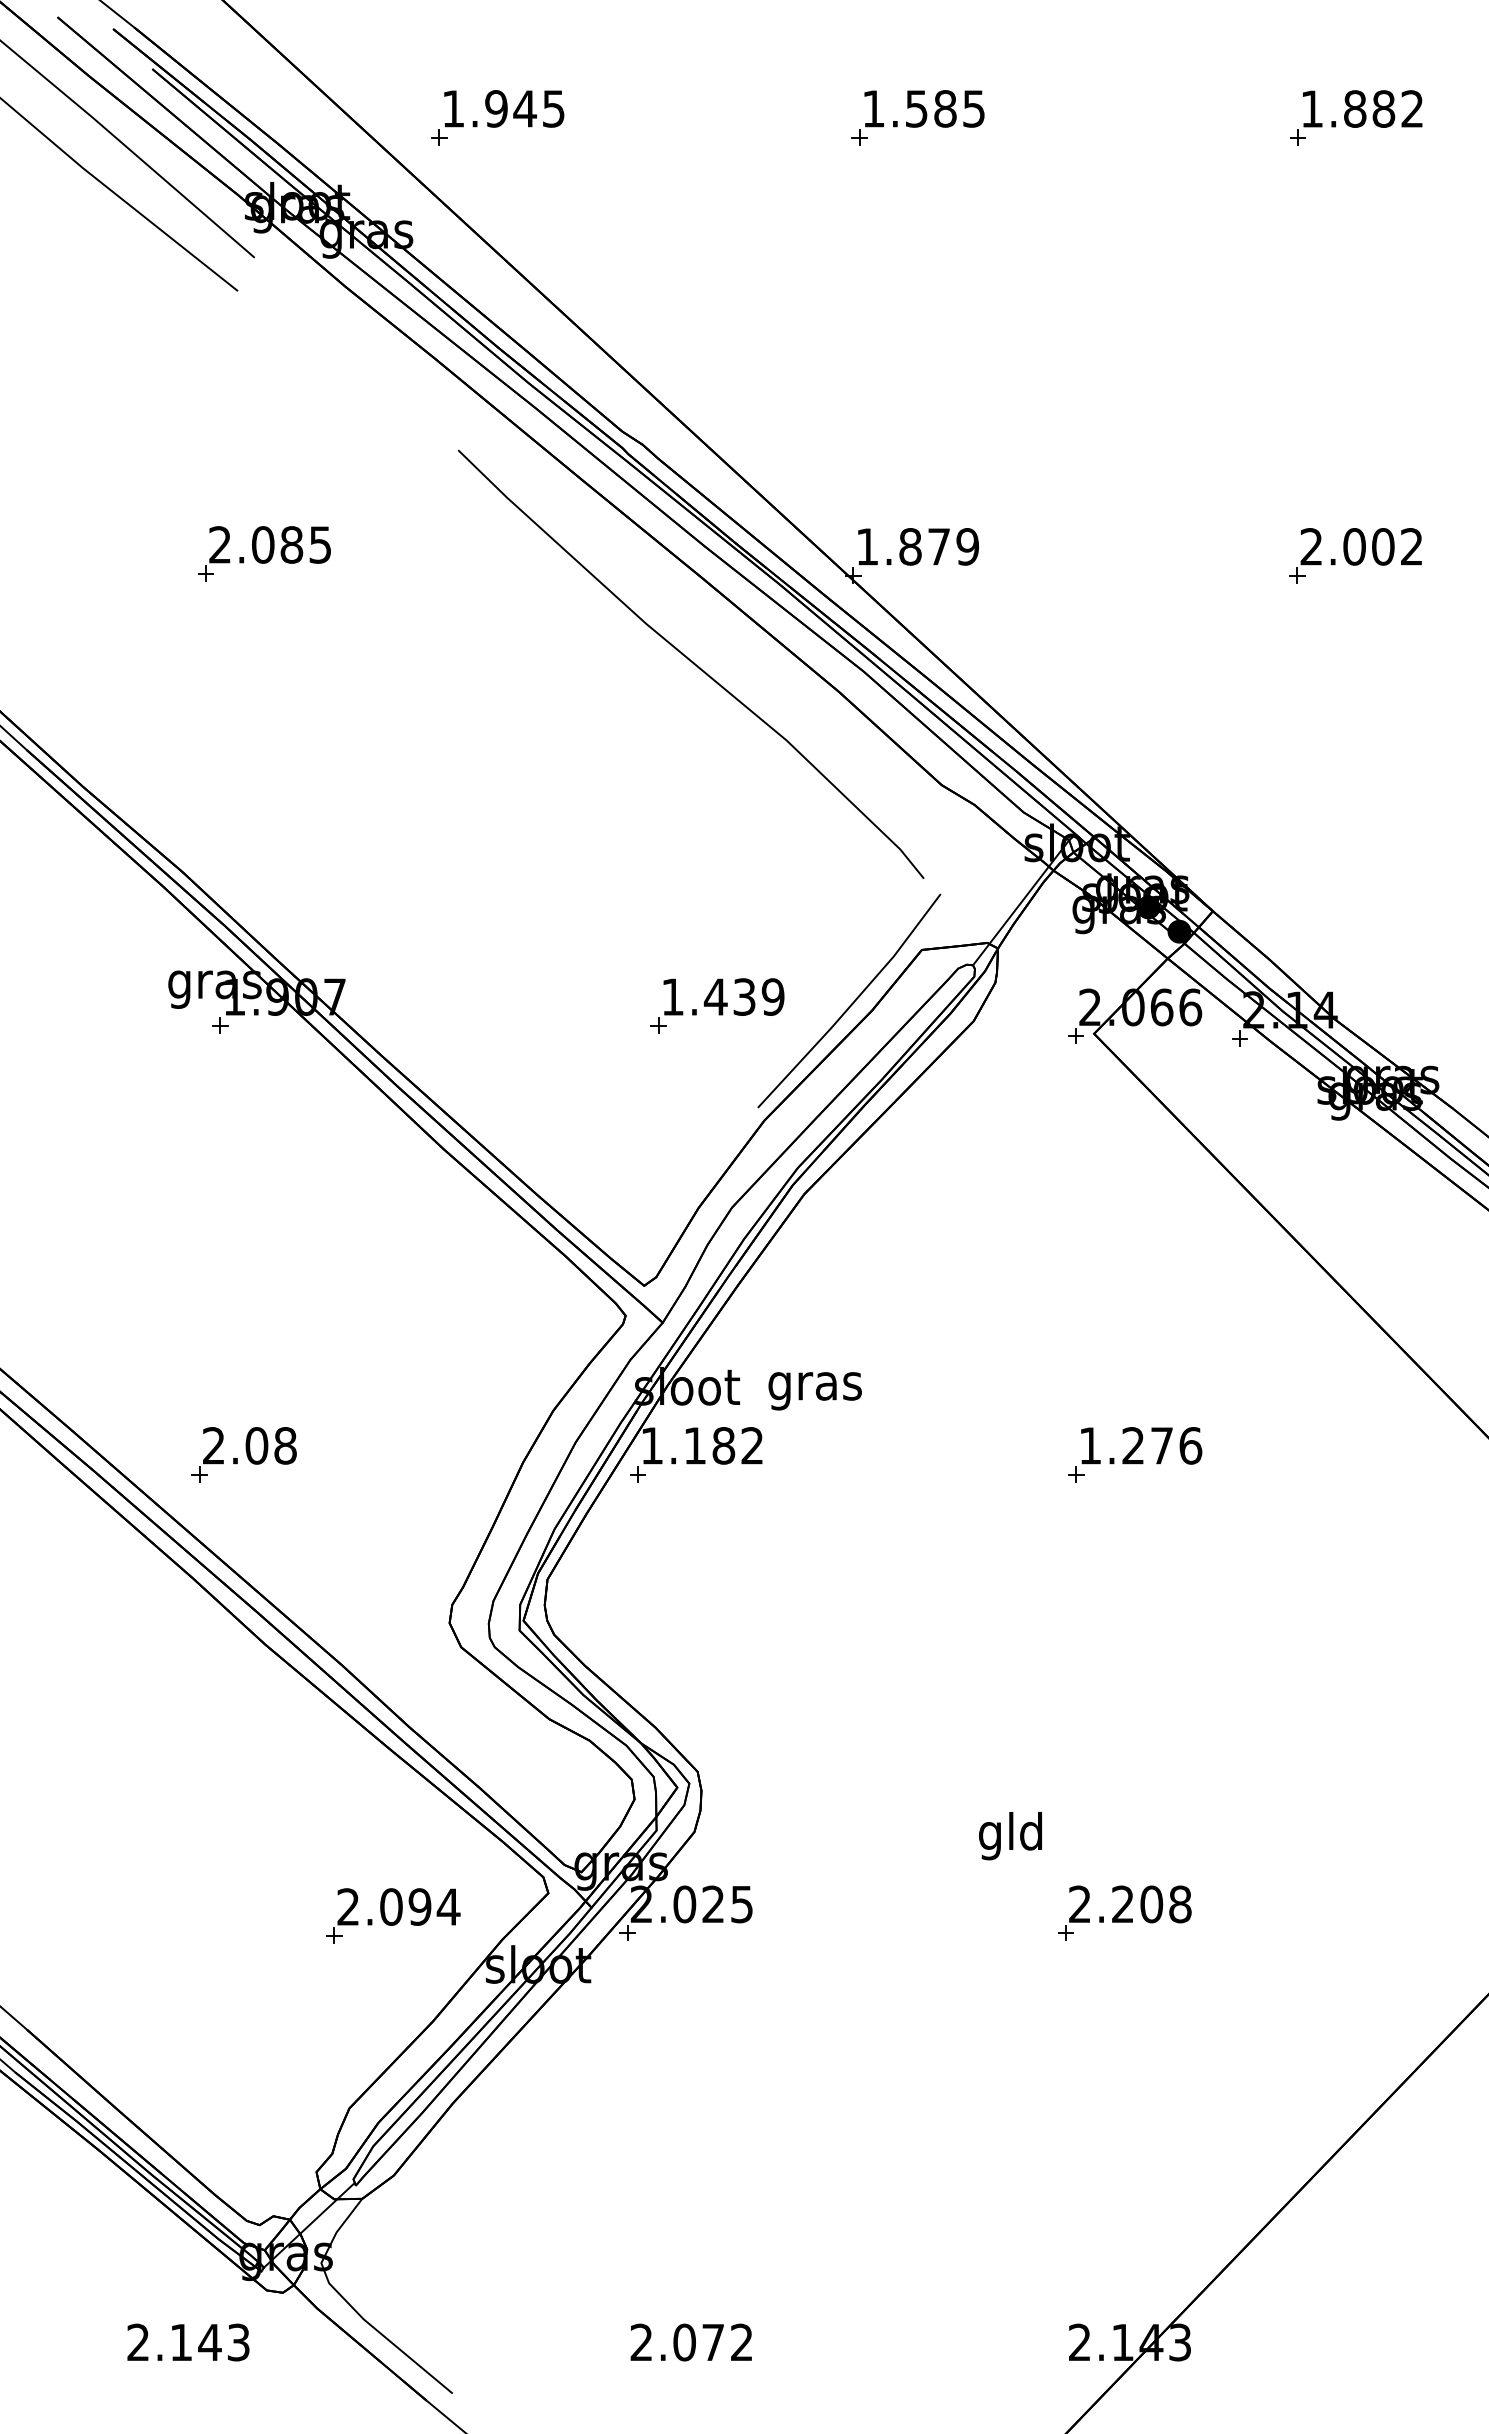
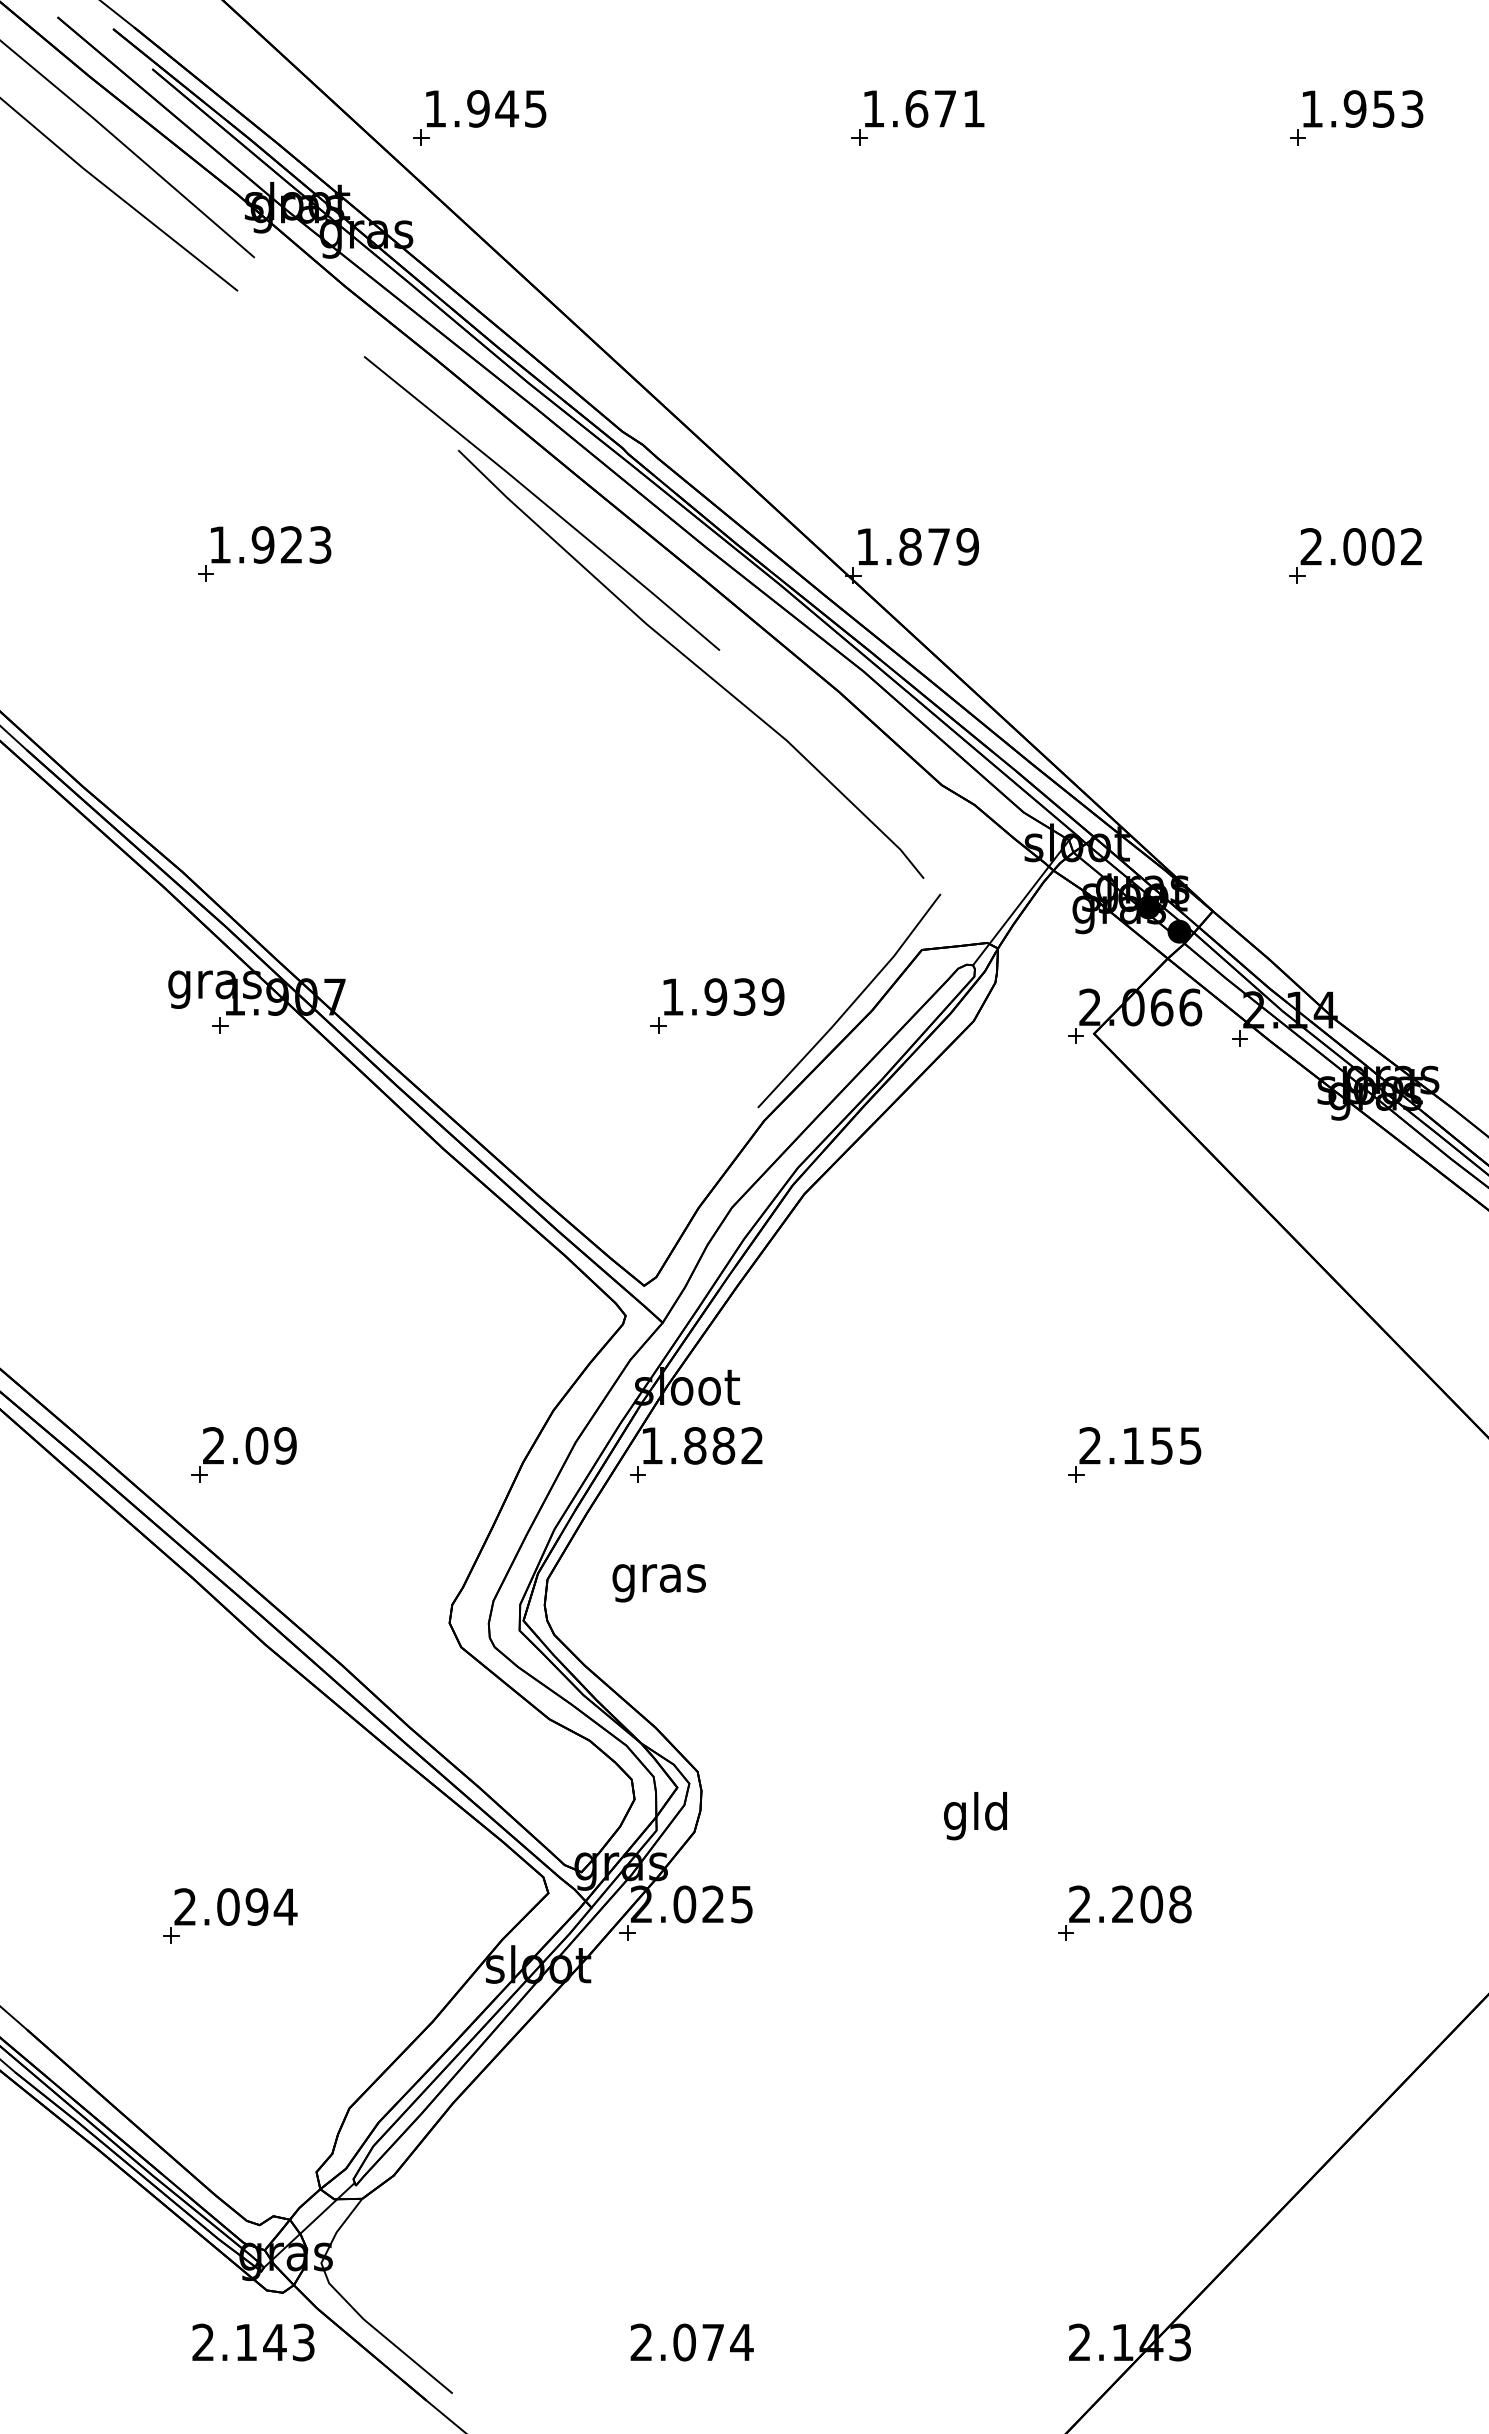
text at (944, 108): 1.585 -> 1.671
text at (1383, 108): 1.882 -> 1.953
part at (497, 117) position: (497, 117) -> (479, 117)
line at (541, 502): none -> present
text at (270, 544): 2.085 -> 1.923
text at (715, 996): 1.439 -> 1.939
text at (814, 1391) position: (814, 1391) -> (658, 1583)
text at (285, 1445): 2.08 -> 2.09
text at (695, 1445): 1.182 -> 1.882
text at (1140, 1445): 1.276 -> 2.155
text at (1010, 1836) position: (1010, 1836) -> (975, 1816)
part at (393, 1915) position: (393, 1915) -> (230, 1915)
text at (741, 2341): 2.072 -> 2.074
text at (188, 2342) position: (188, 2342) -> (253, 2342)
